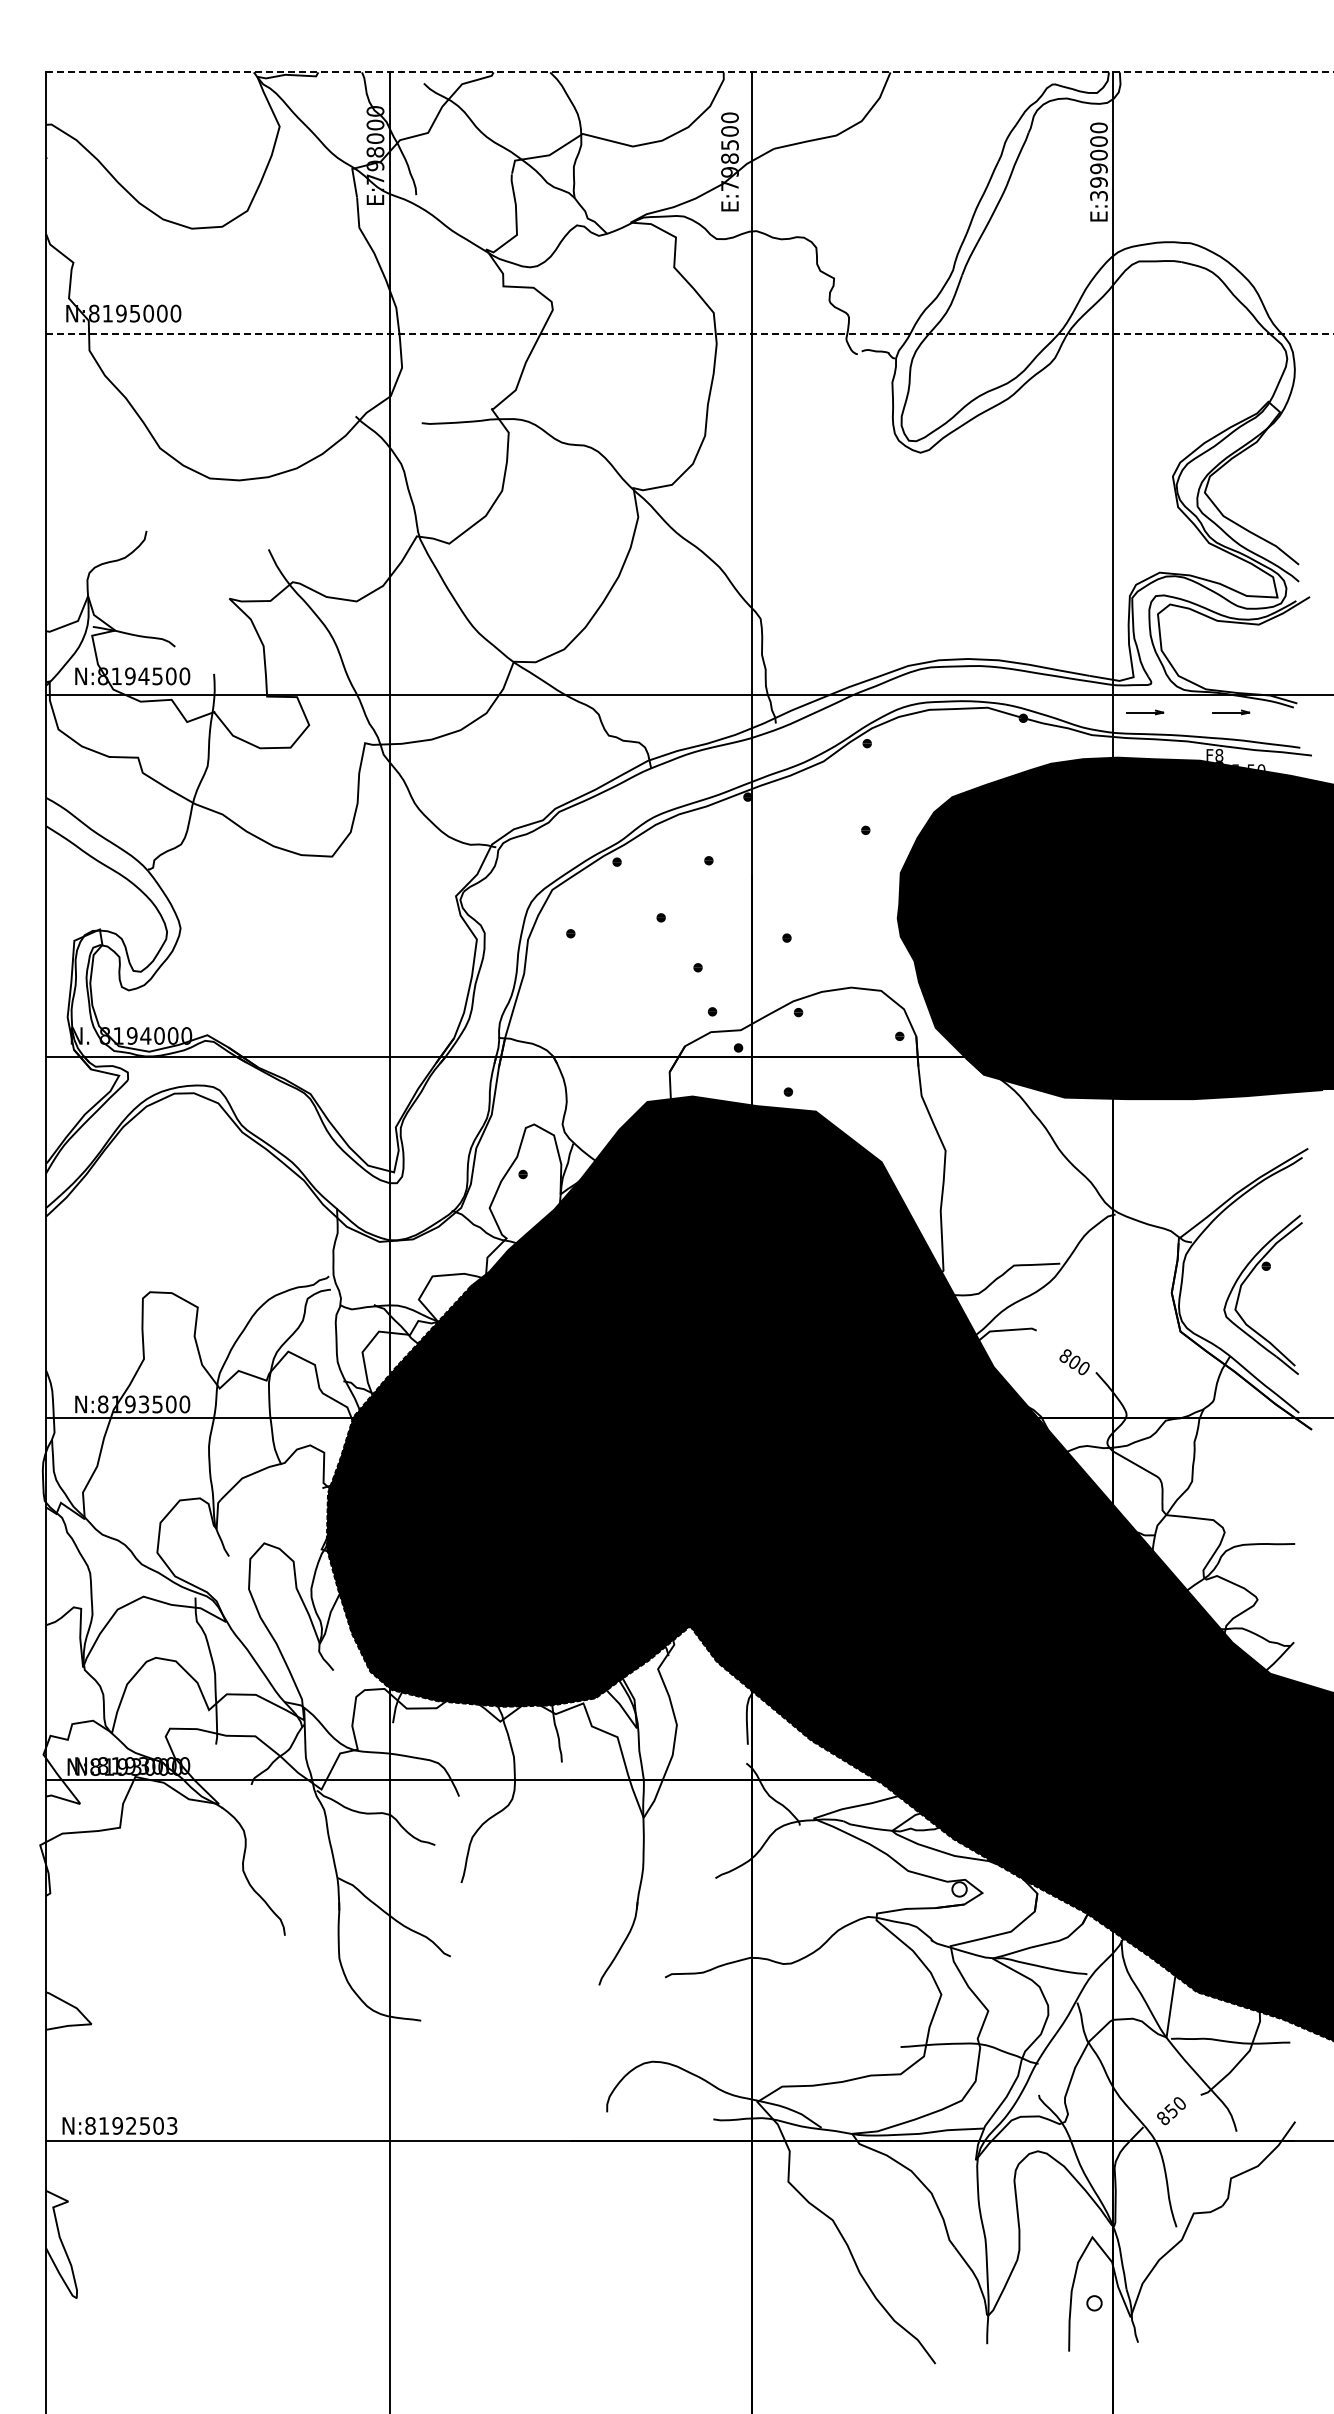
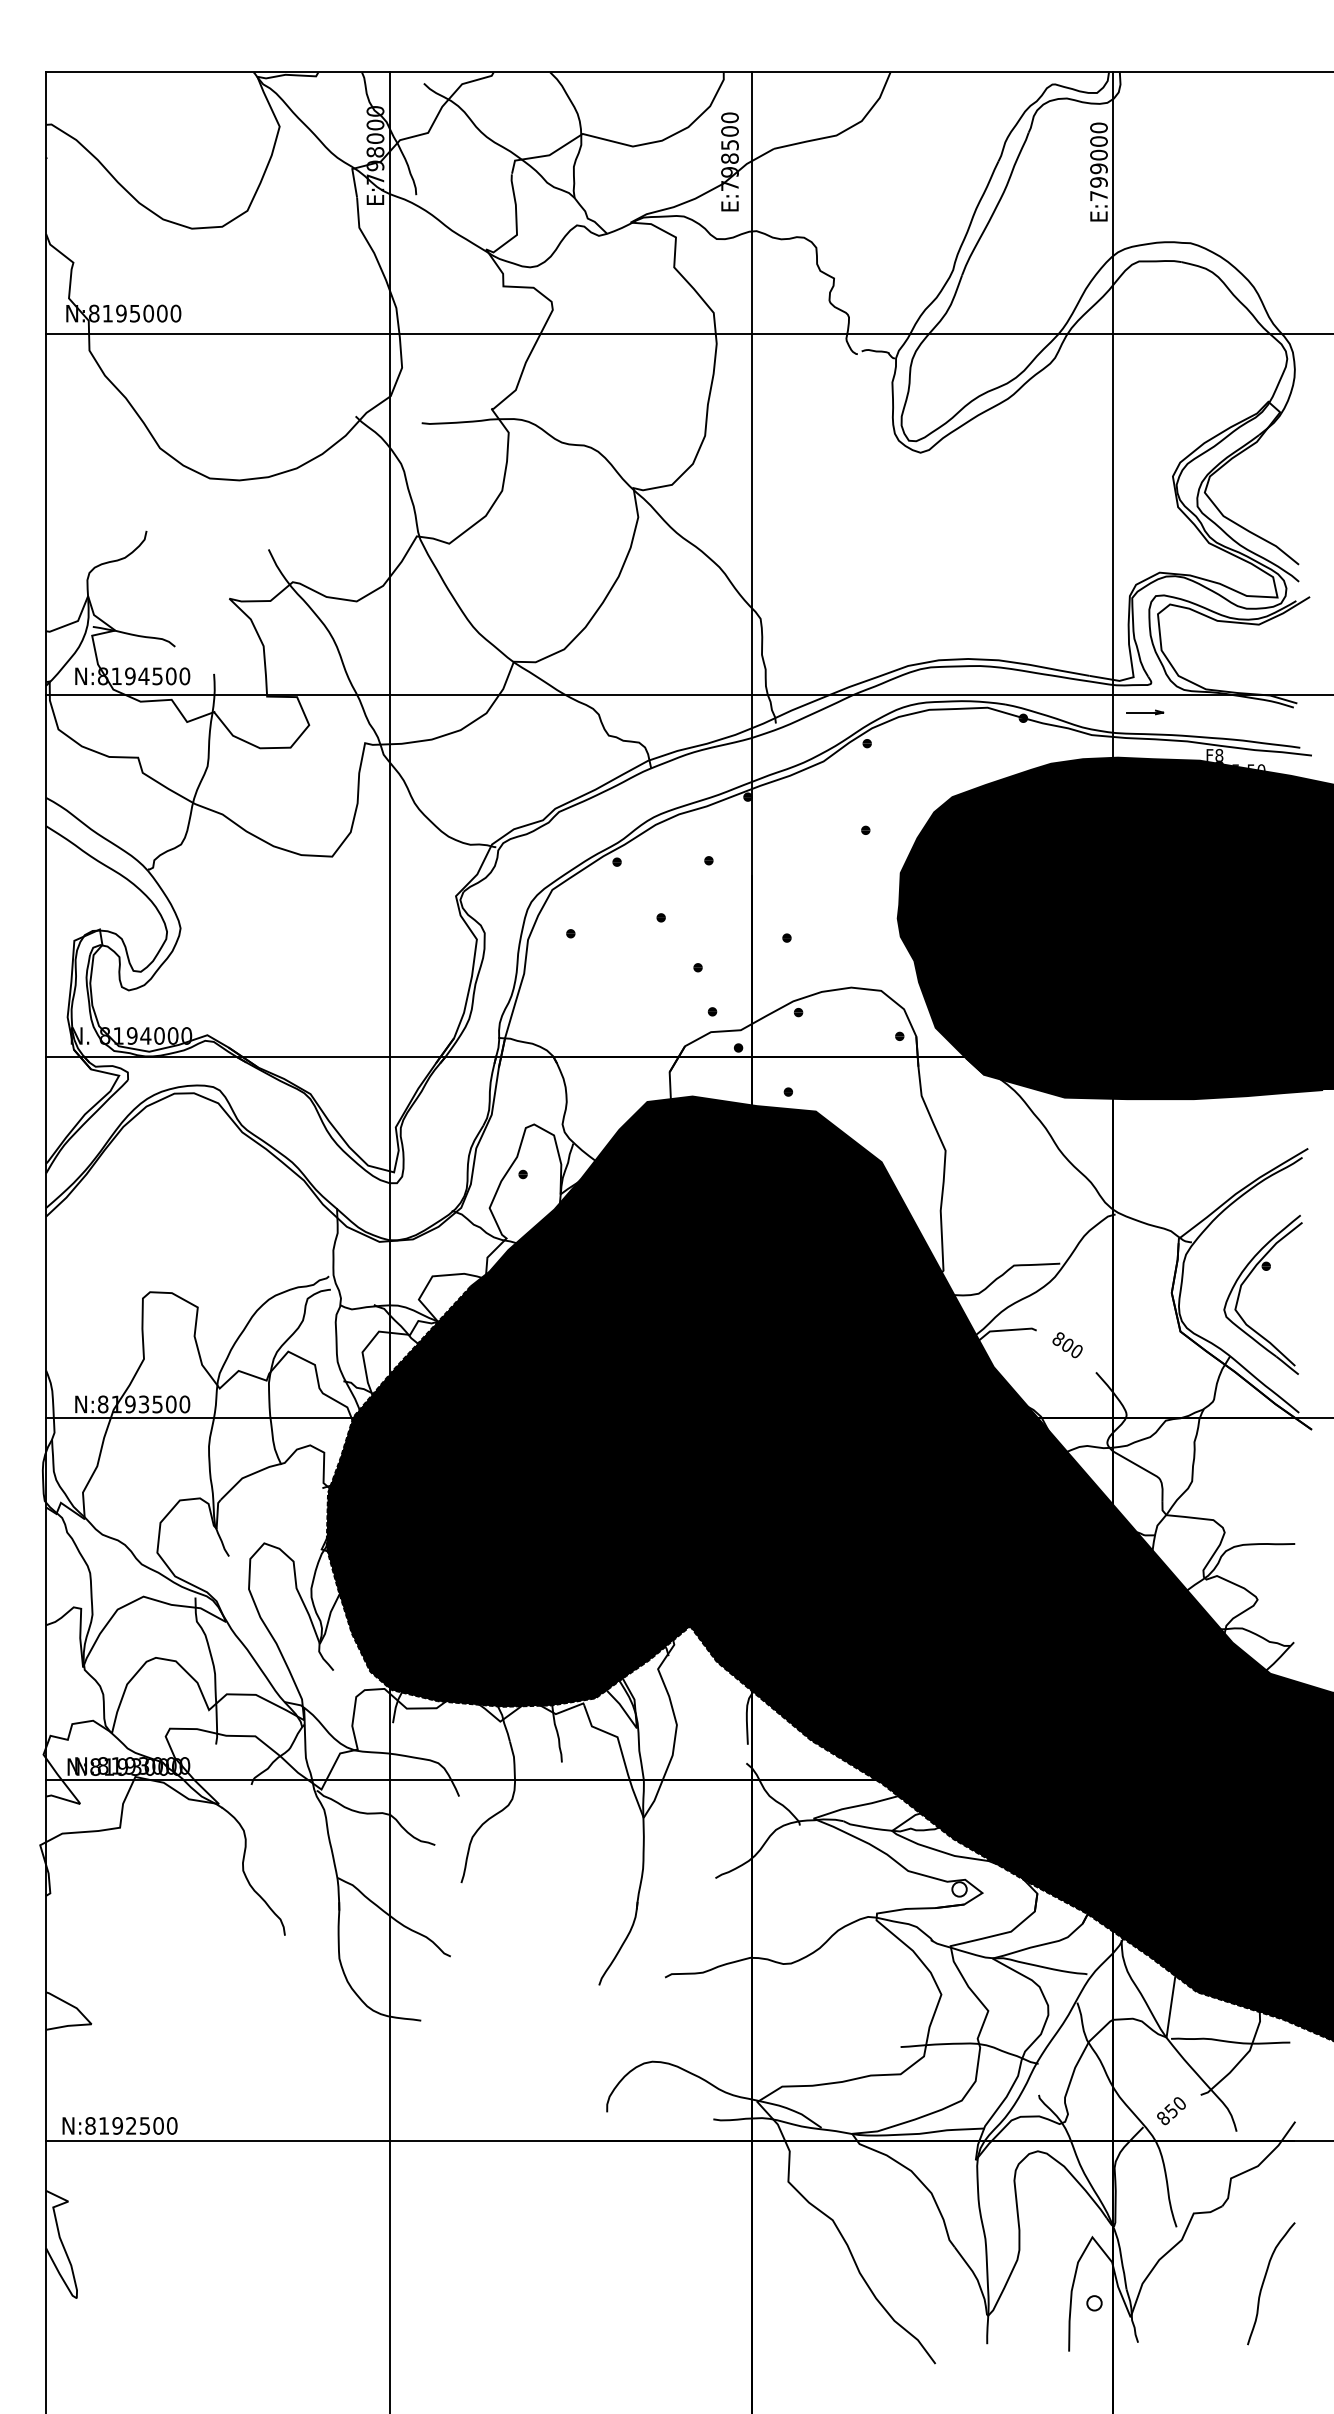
line at (690, 72): dashed -> solid
text at (1098, 196): E:399000 -> E:799000
line at (690, 333): dashed -> solid
part at (1231, 712): present -> none
text at (1074, 1362) position: (1074, 1362) -> (1067, 1345)
text at (171, 2125): N:8192503 -> N:8192500
curve at (1264, 2282): none -> present
